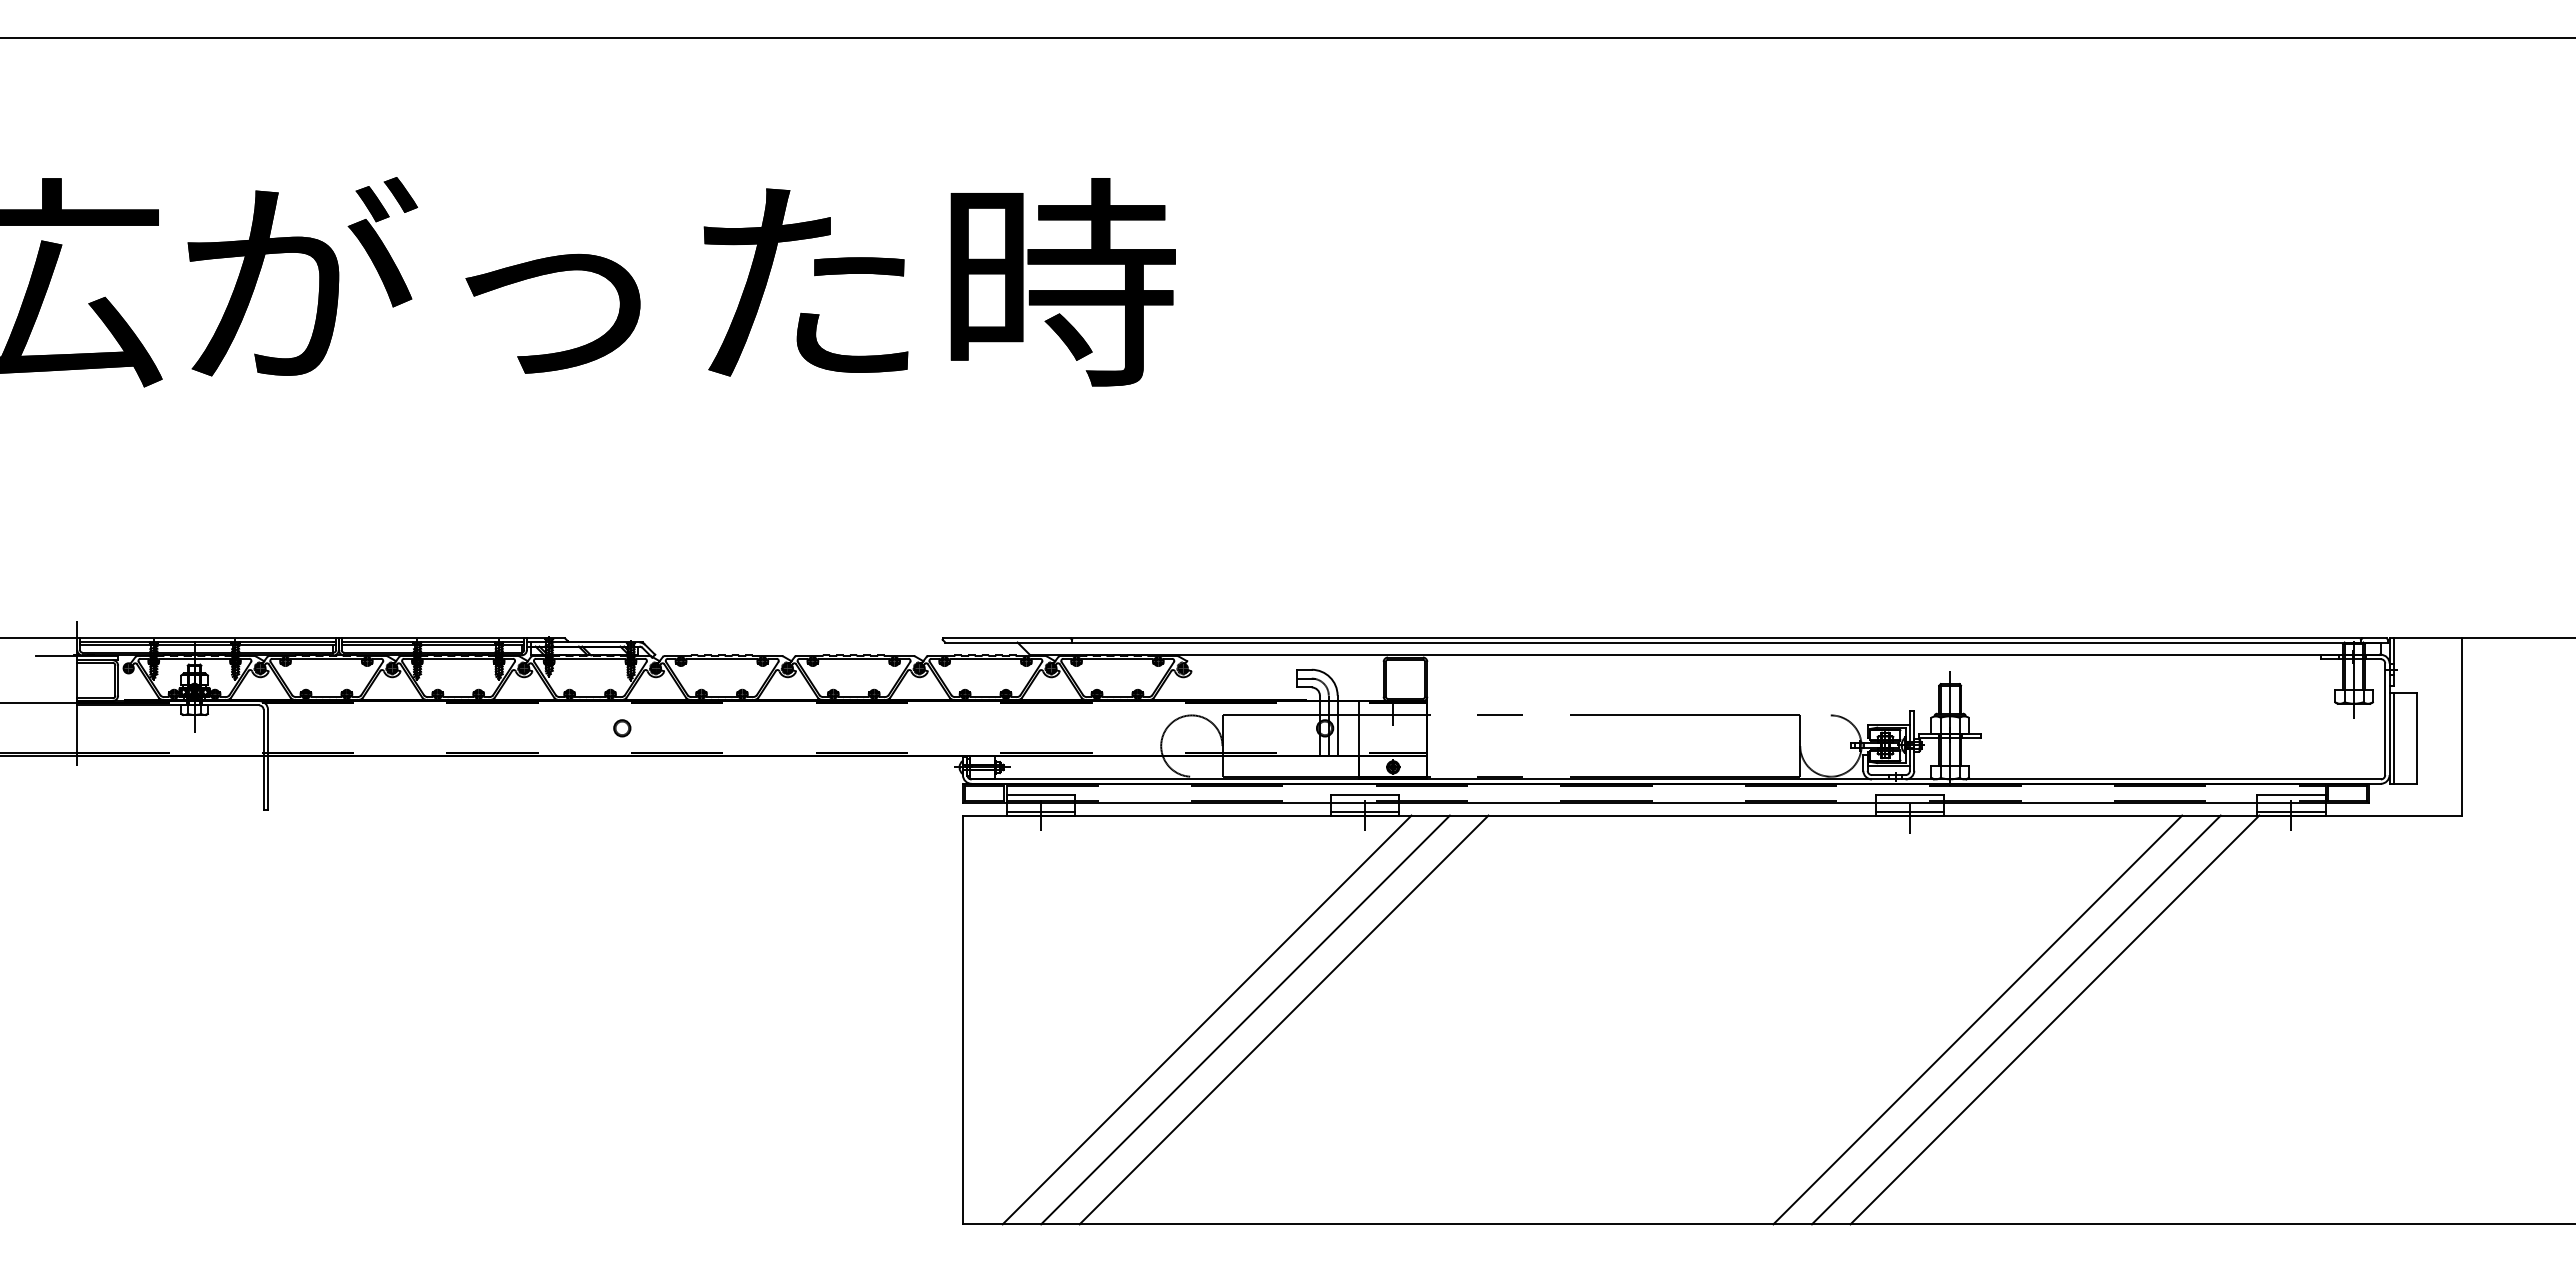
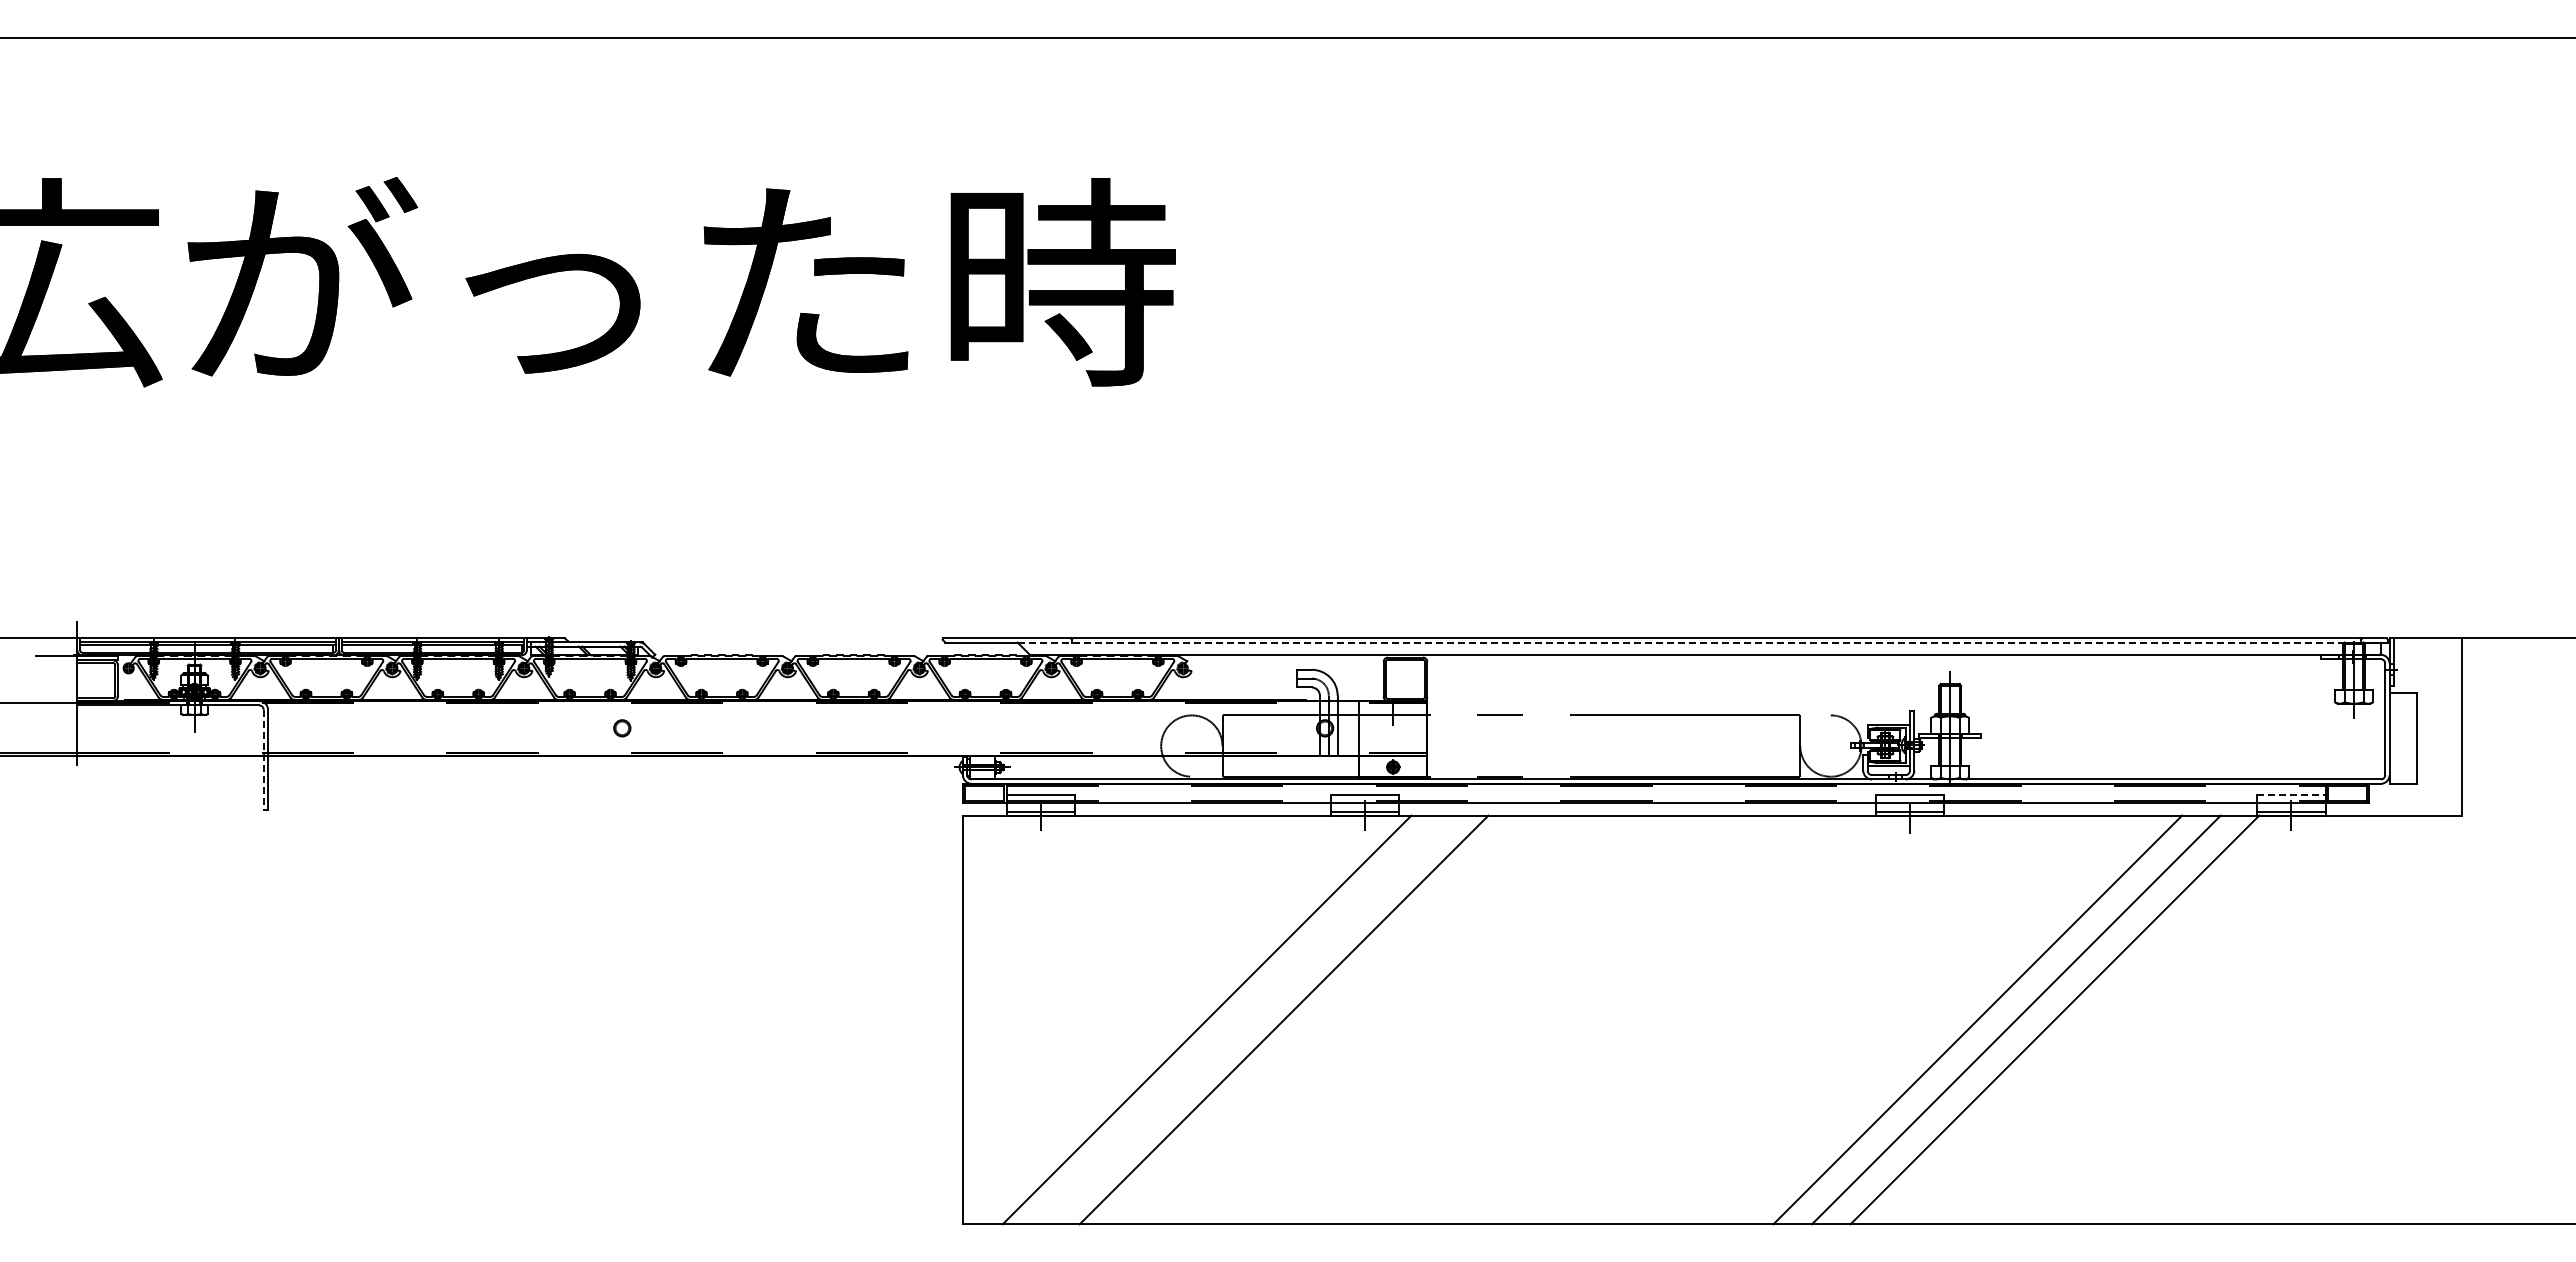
line at (1698, 642): solid -> dashed
line at (2393, 737): present -> none
line at (263, 760): solid -> dashed
line at (2291, 795): solid -> dashed
line at (1245, 1019): present -> none
